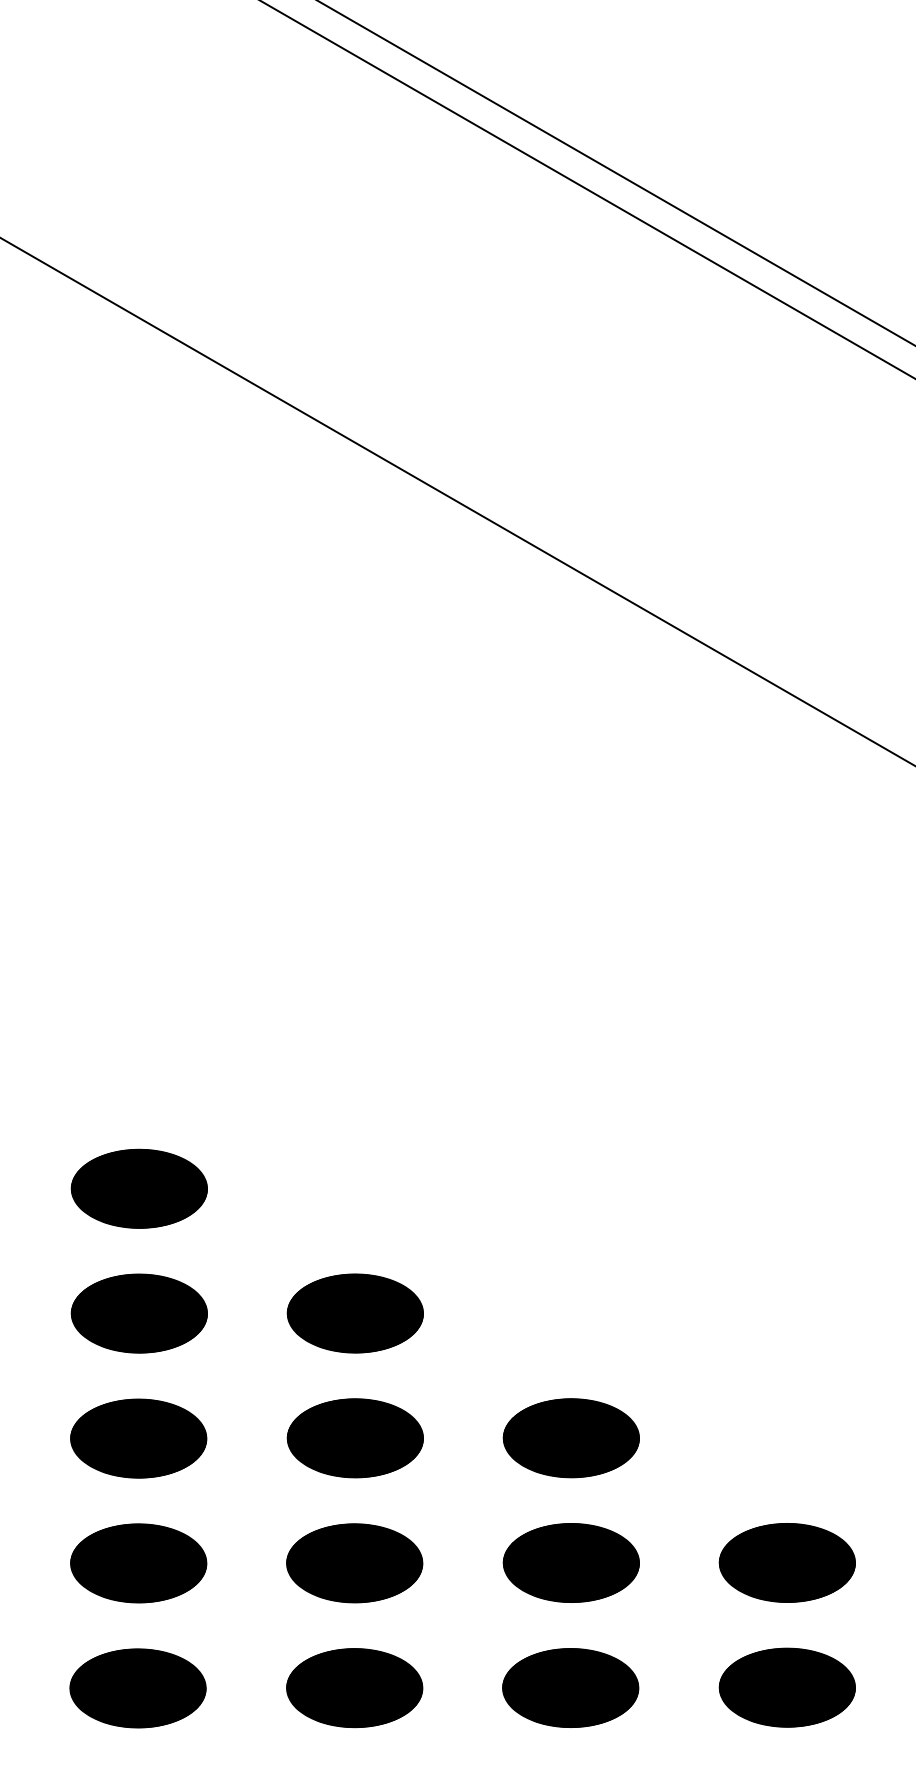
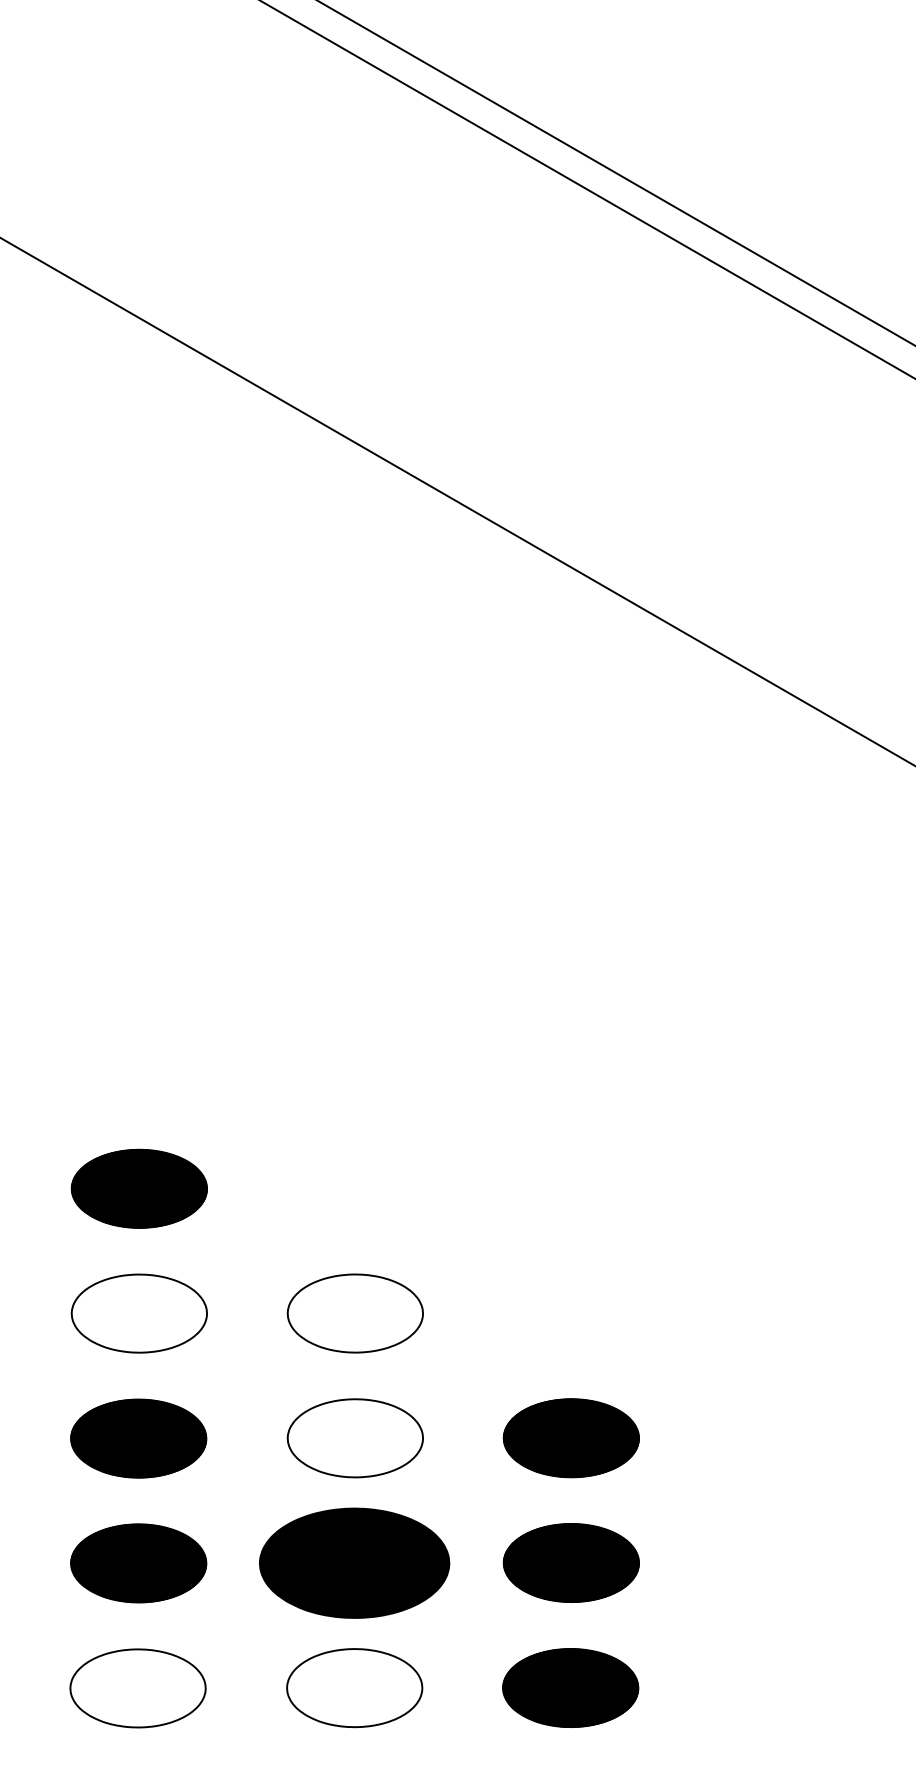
hatch at (139, 1313): present -> none
hatch at (355, 1313): present -> none
hatch at (355, 1438): present -> none
part at (786, 1562): present -> none
part at (354, 1563) size: 138x81 px -> 192x112 px
part at (786, 1687): present -> none
hatch at (137, 1688): present -> none
hatch at (354, 1688): present -> none
